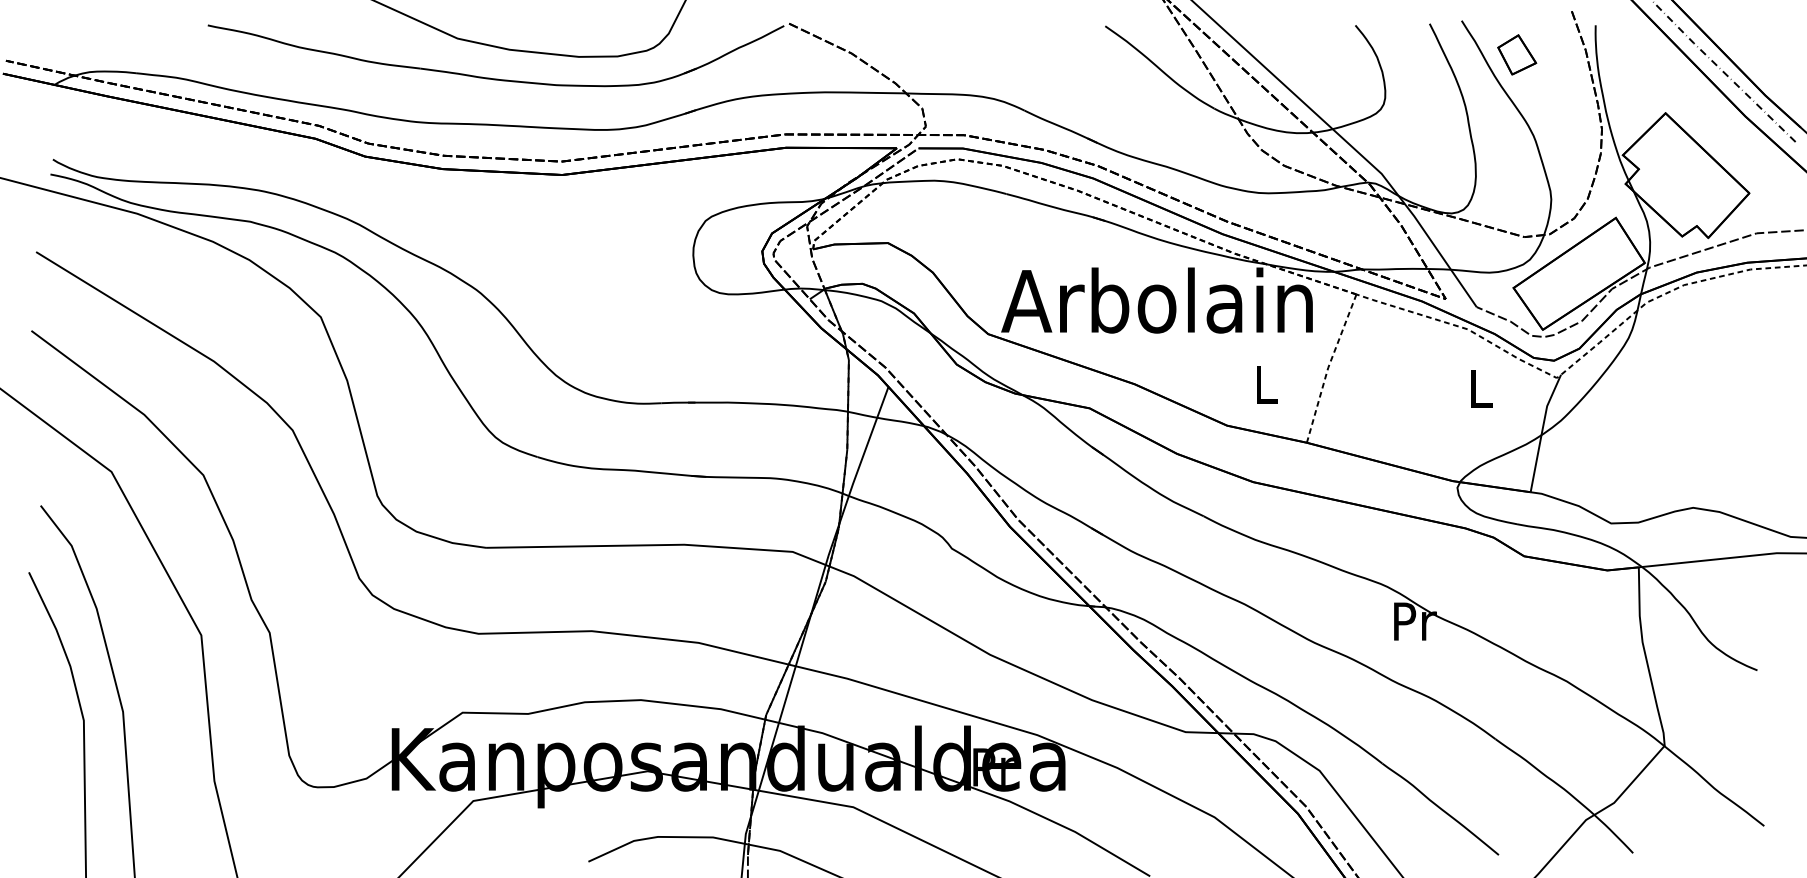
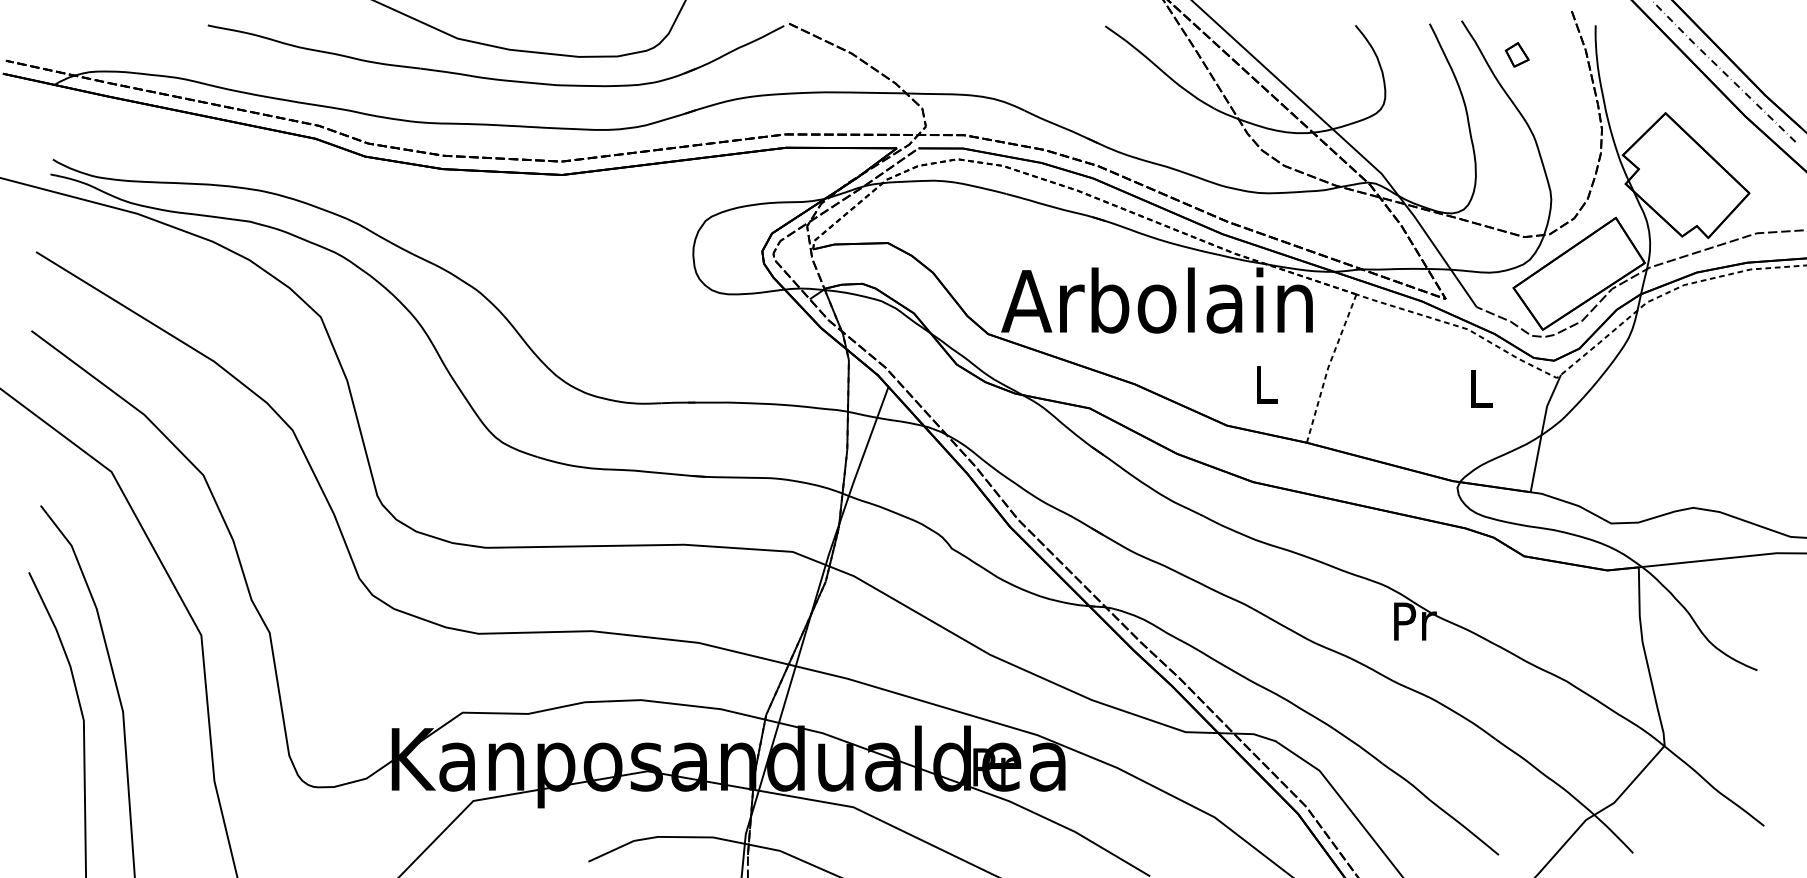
part at (1517, 54) size: 41x42 px -> 26x26 px
